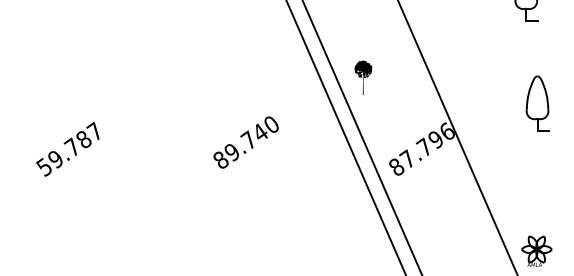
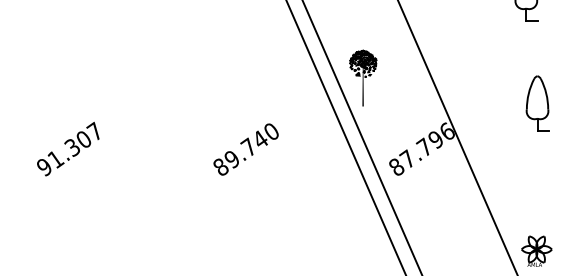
part at (363, 77) size: 19x35 px -> 29x58 px
text at (245, 142) position: (245, 142) -> (245, 149)
text at (63, 153): 59.787 -> 91.307
